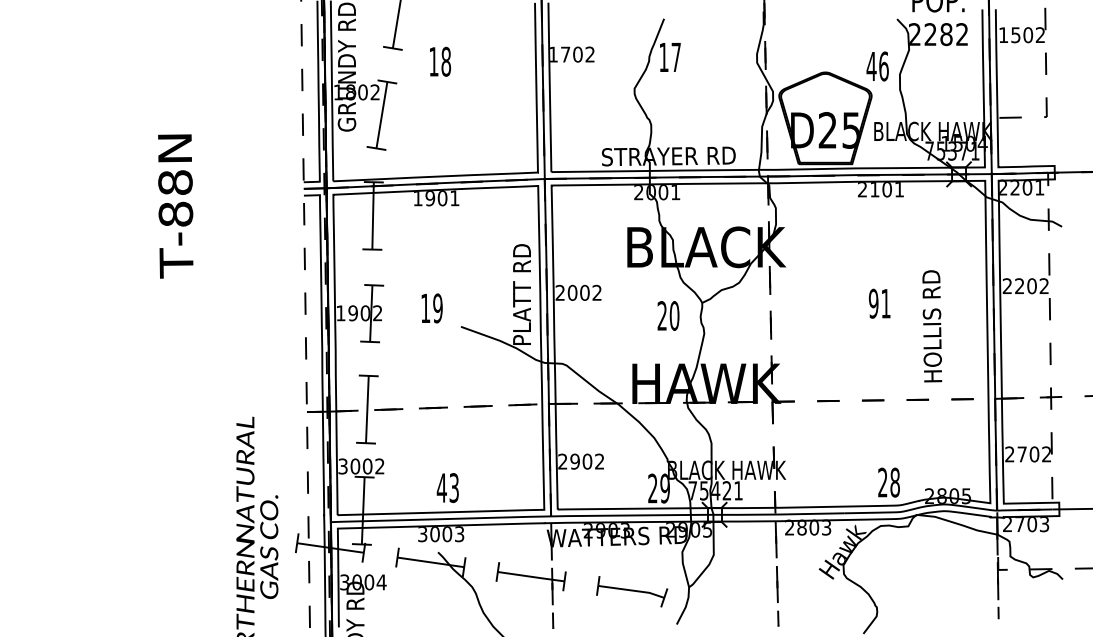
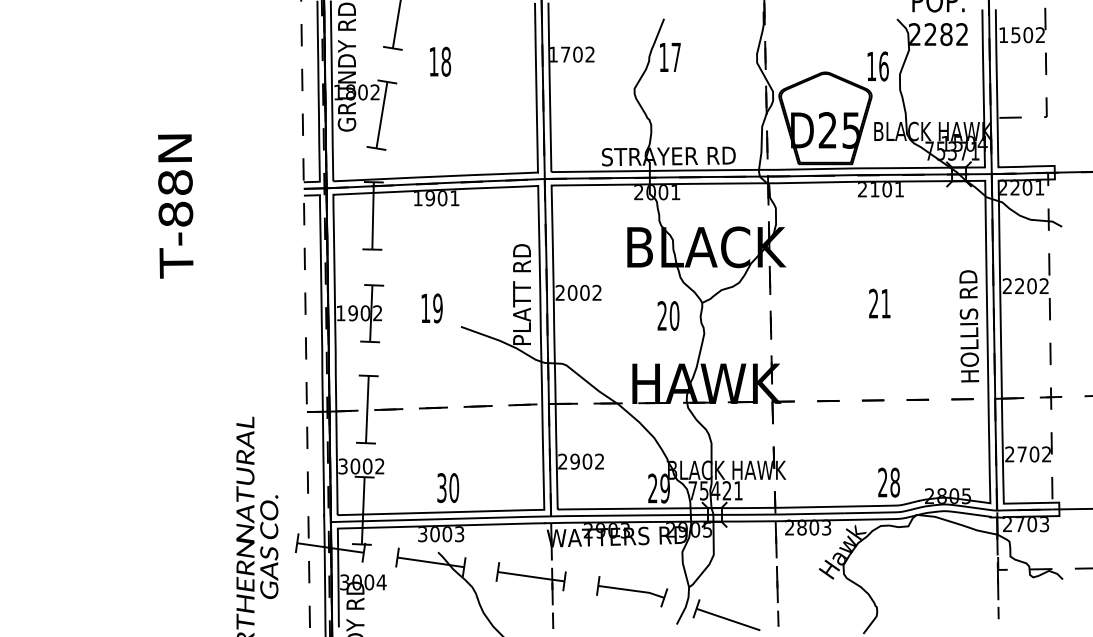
text at (871, 66): 46 -> 16
text at (873, 303): 91 -> 21
text at (932, 326) position: (932, 326) -> (969, 326)
text at (447, 488): 43 -> 30
part at (726, 615): none -> present
